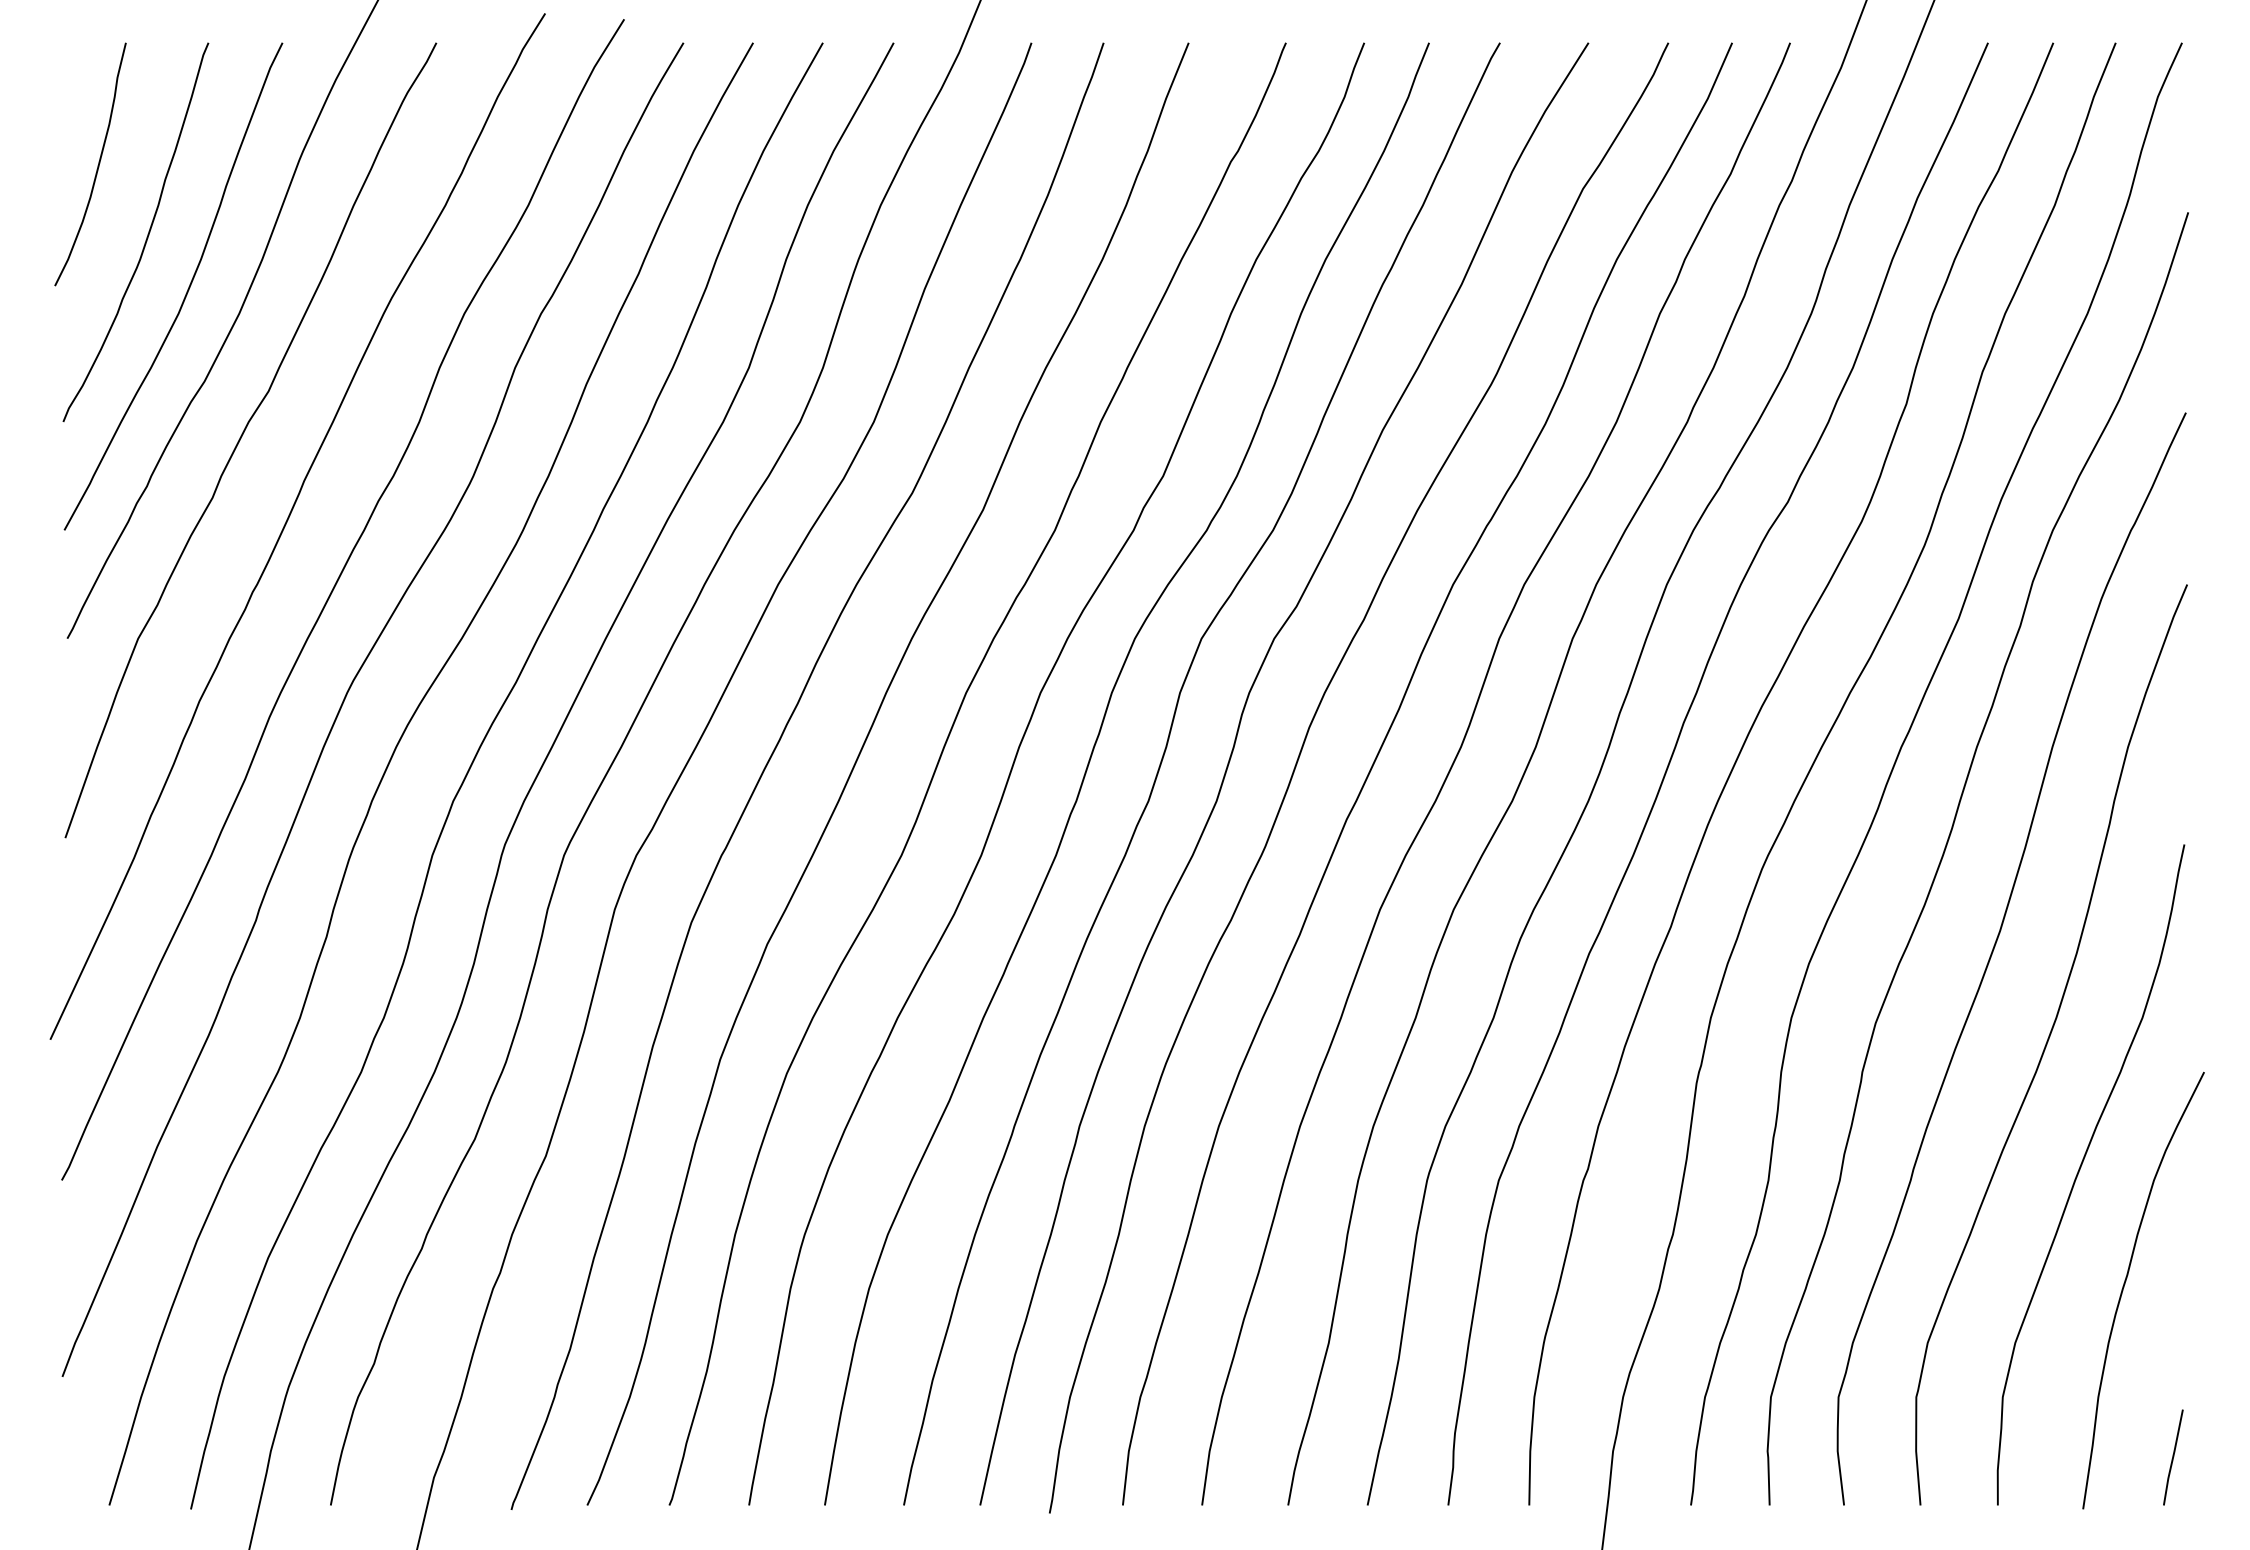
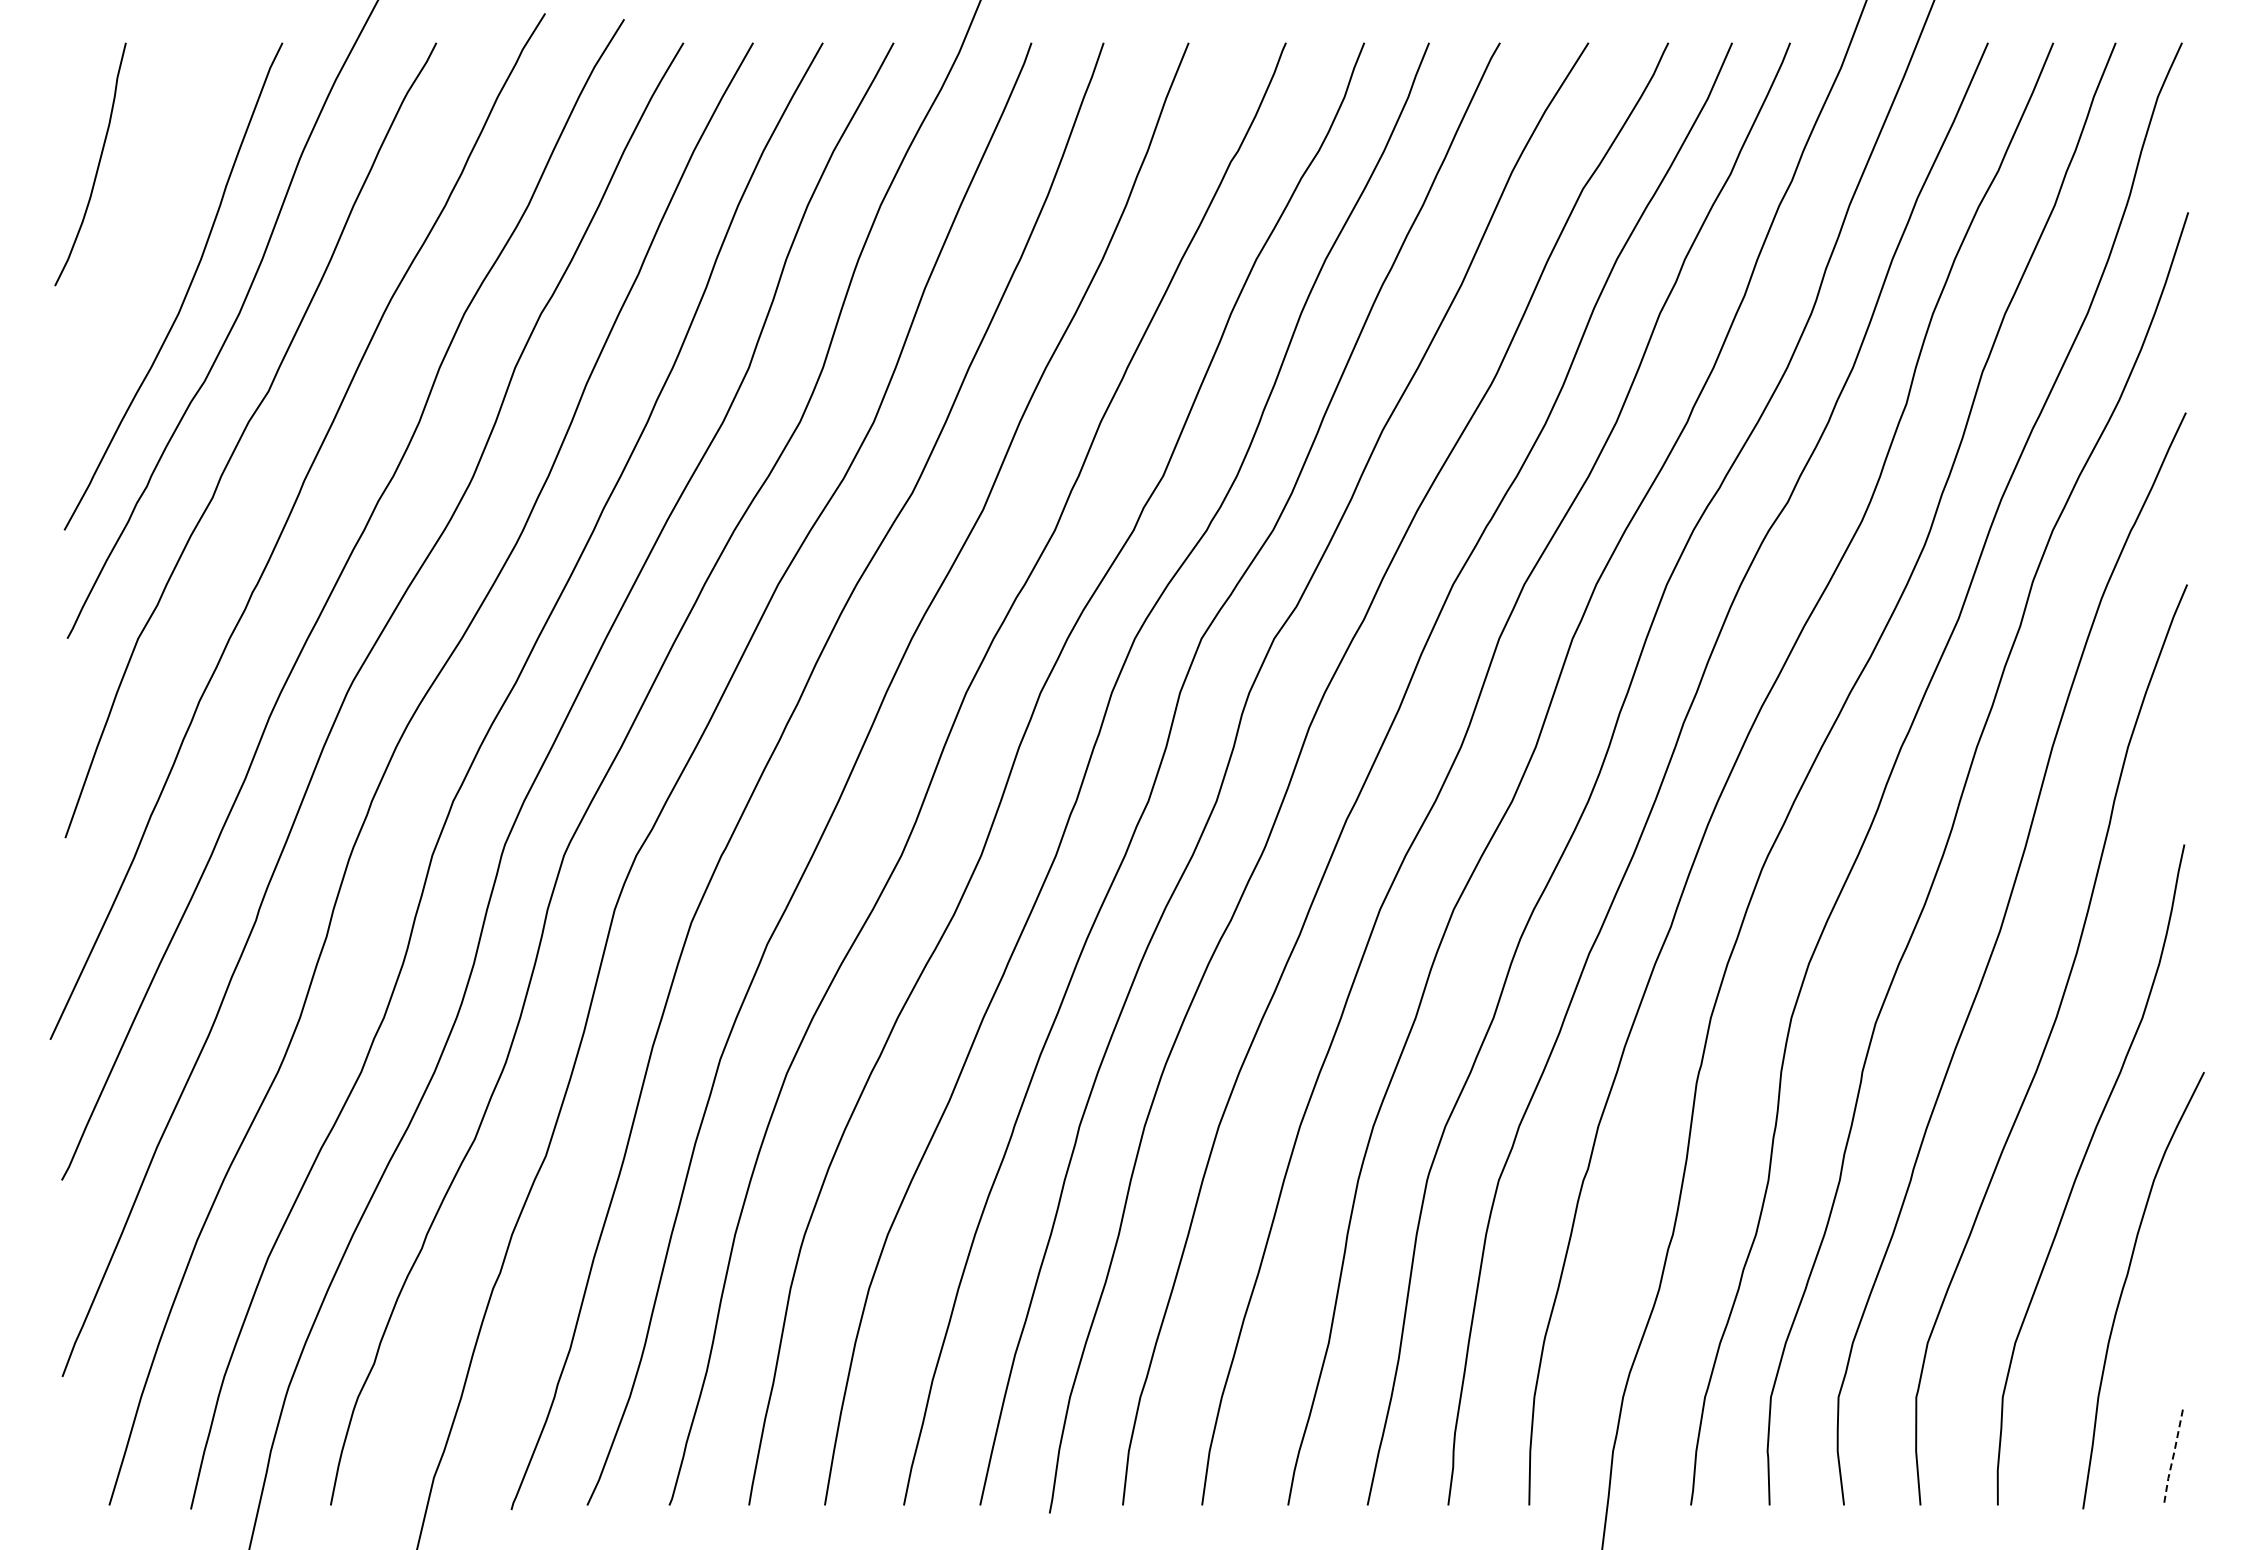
curve at (147, 234): present -> none
line at (2172, 1458): solid -> dashed
